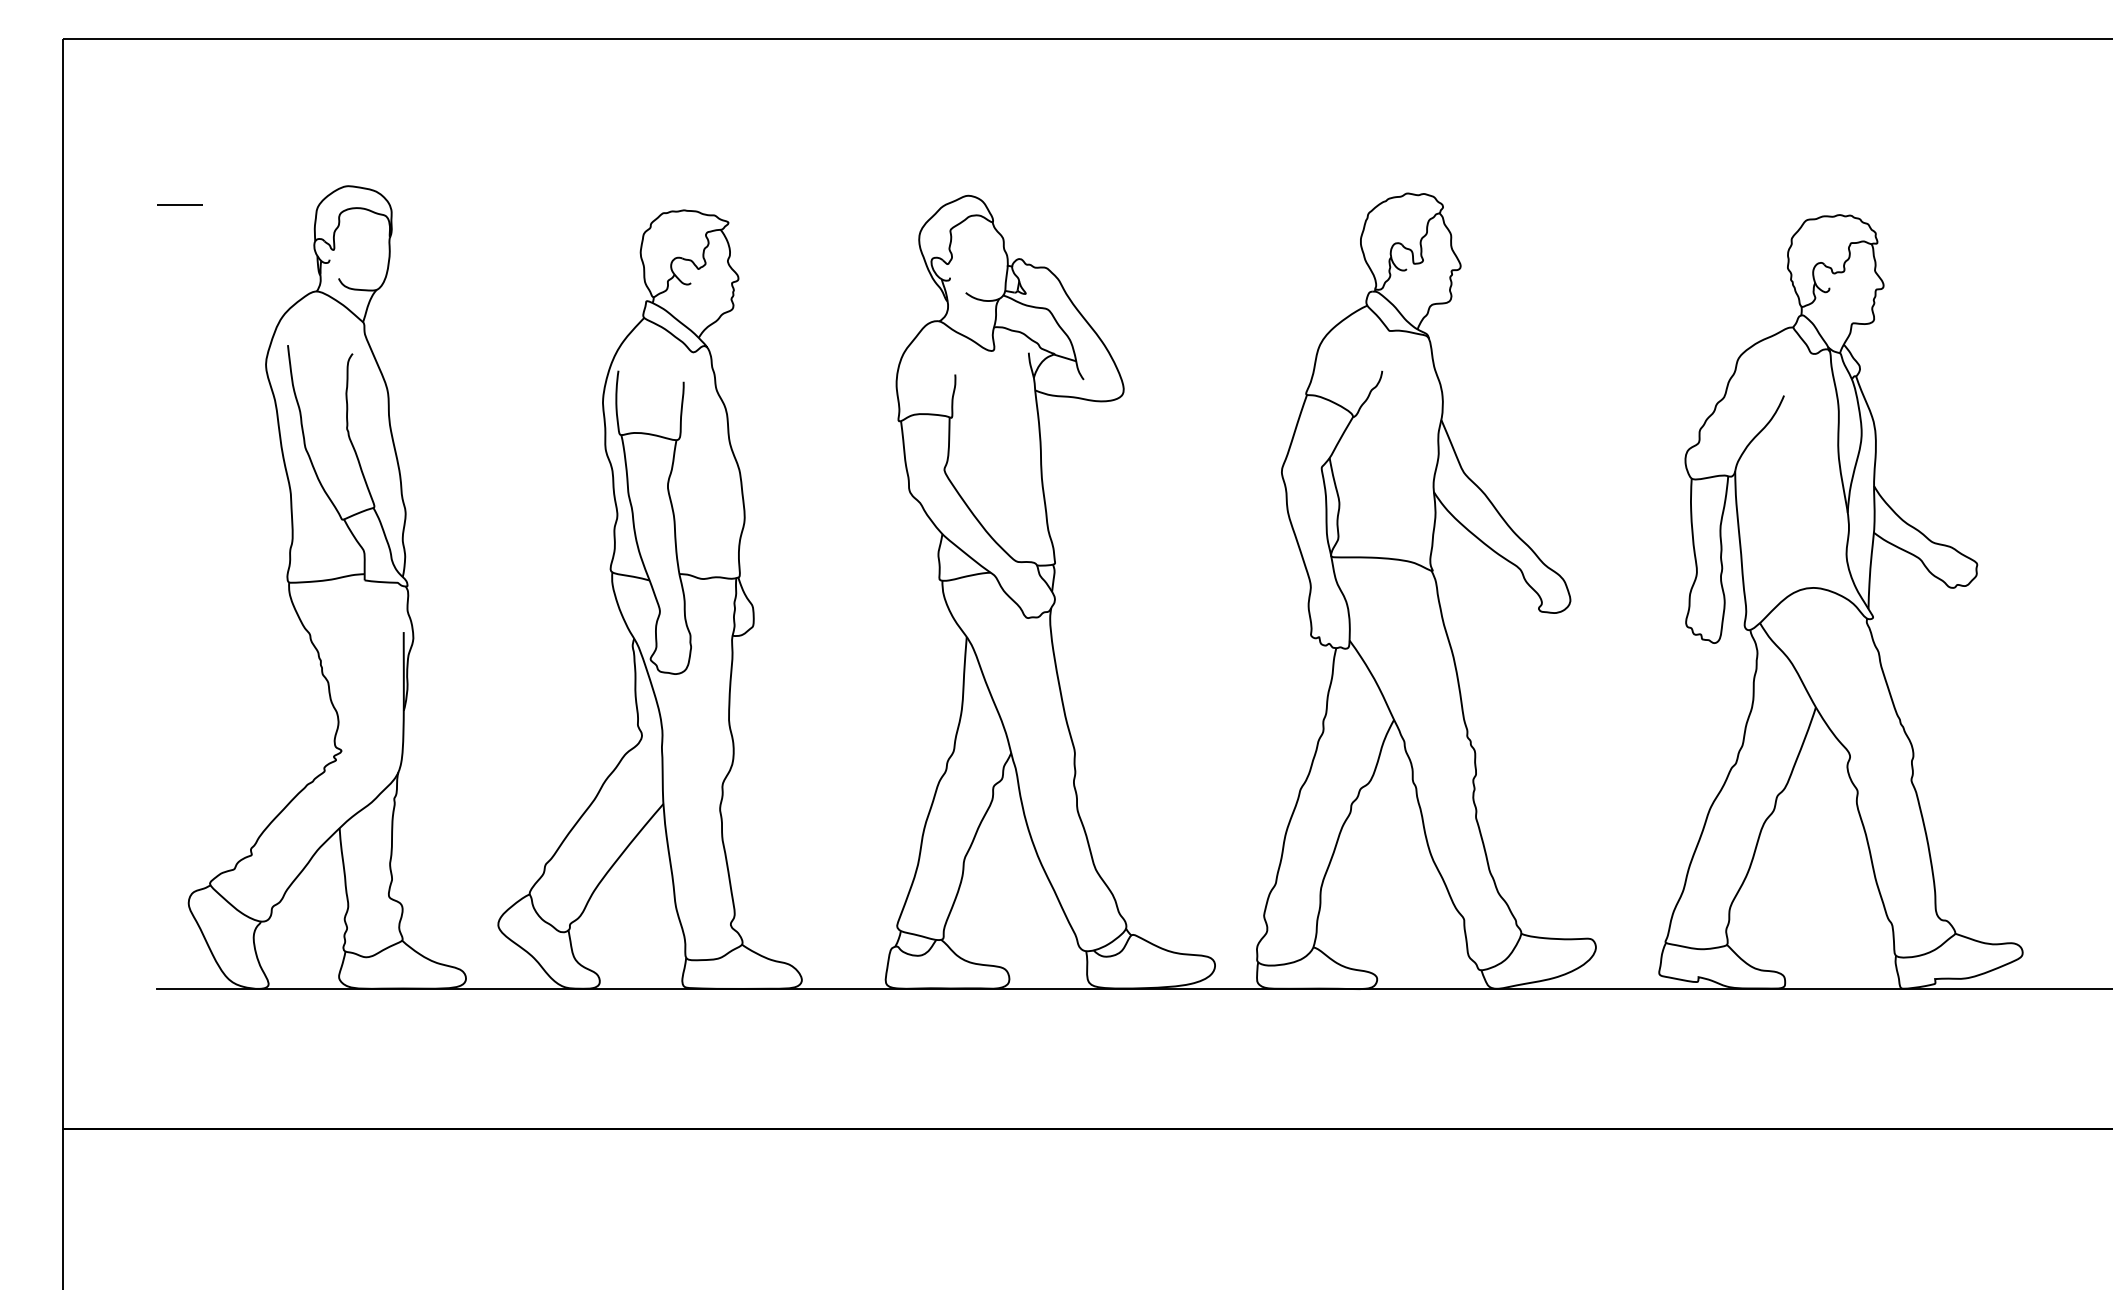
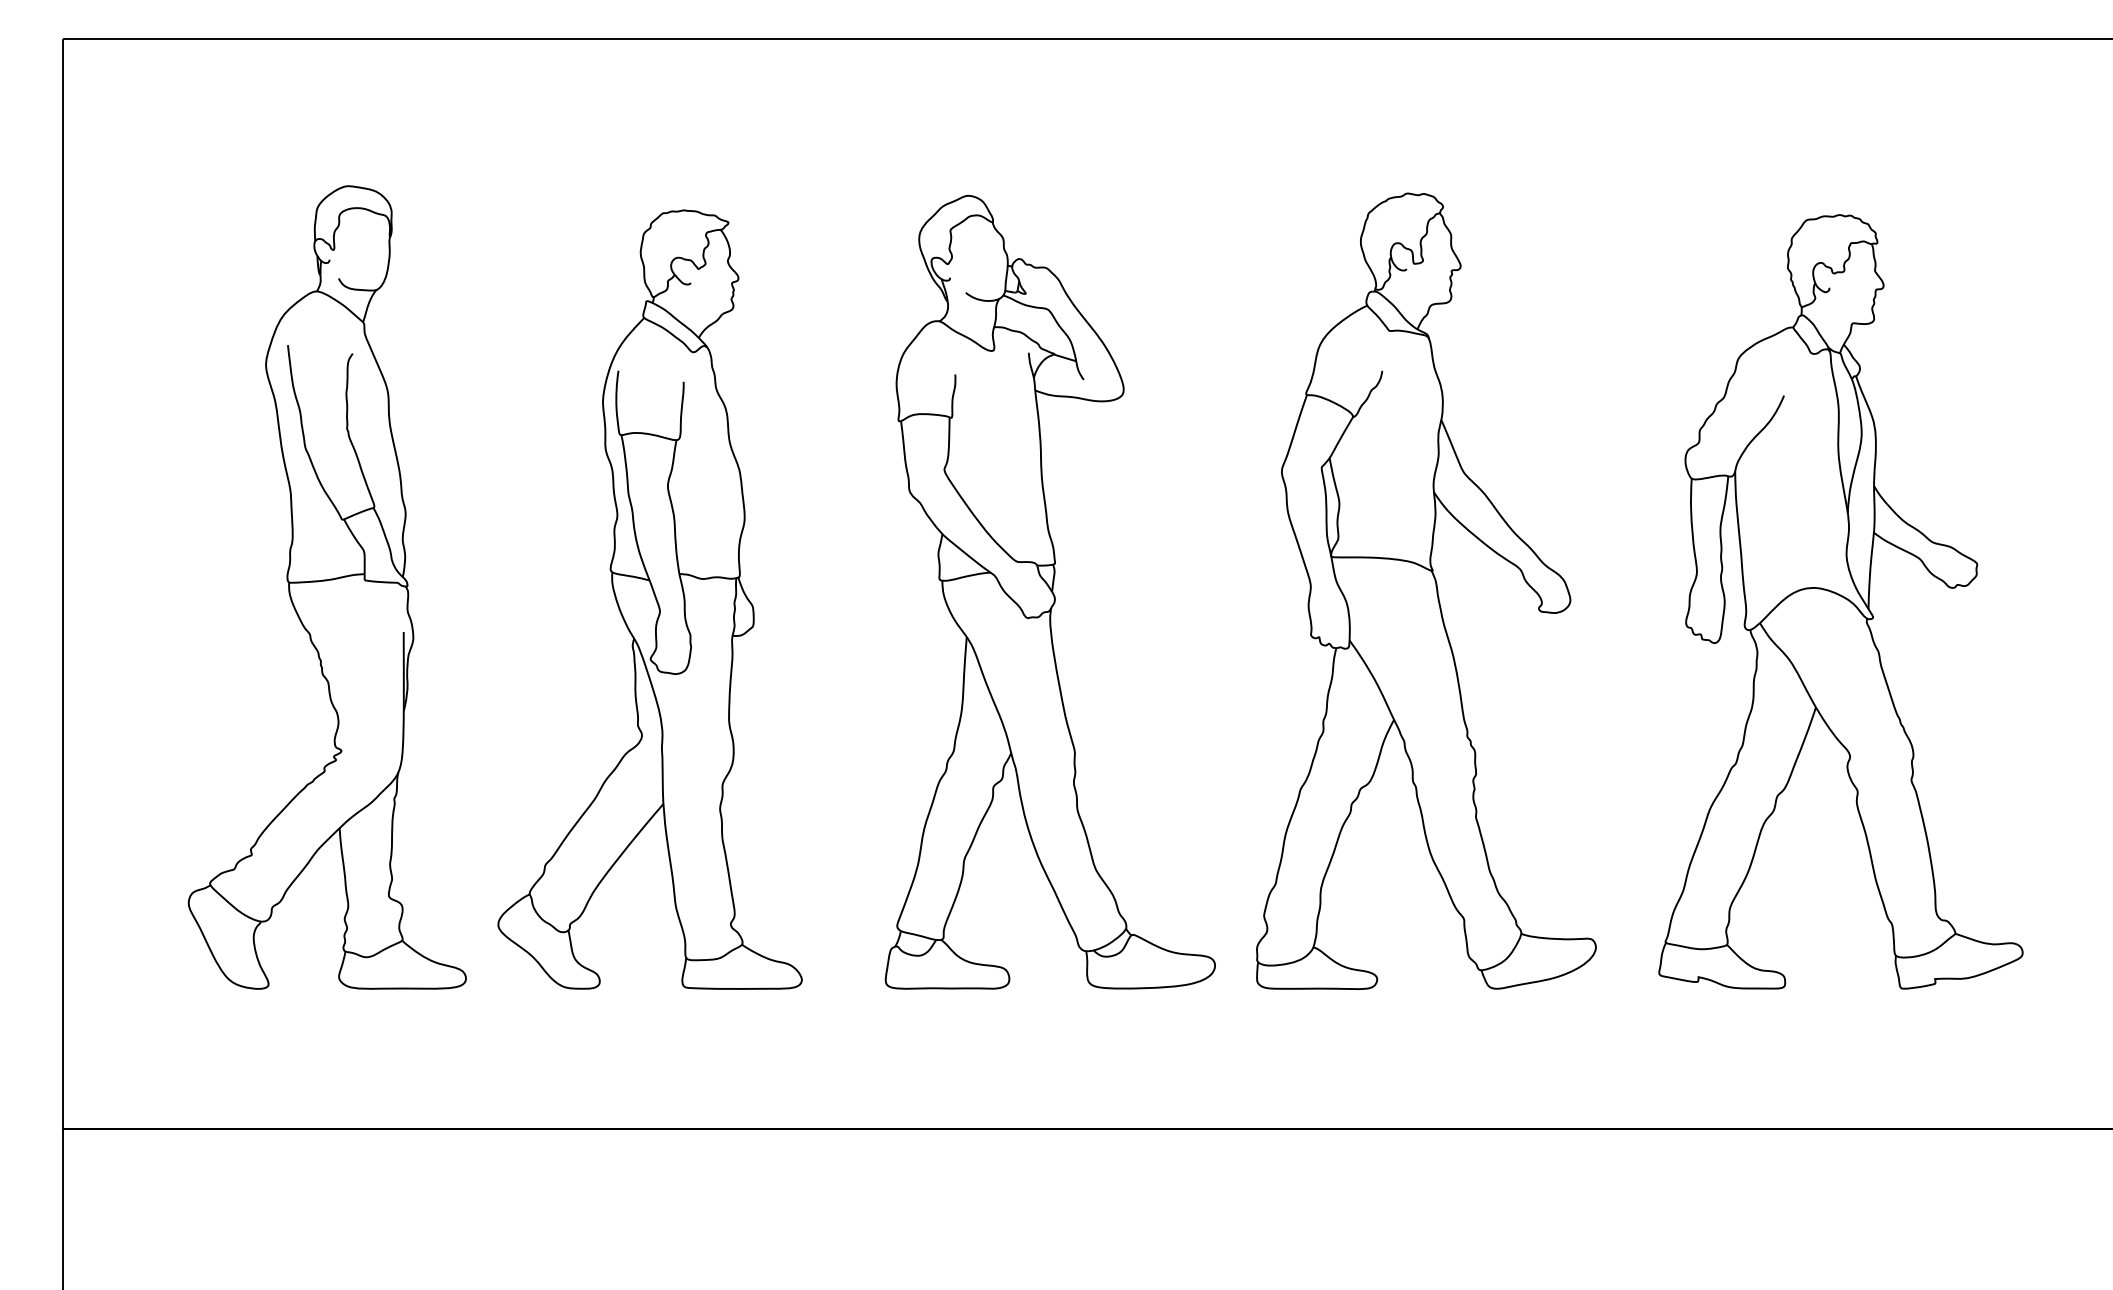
line at (179, 204): present -> none
line at (1133, 988): present -> none
